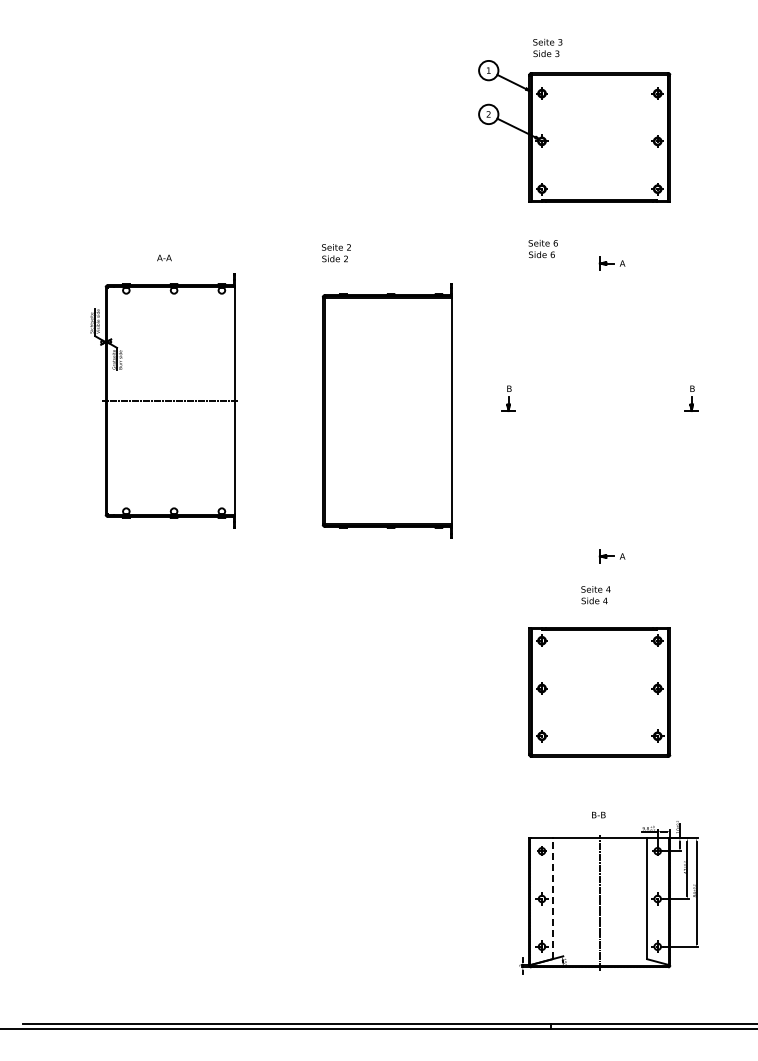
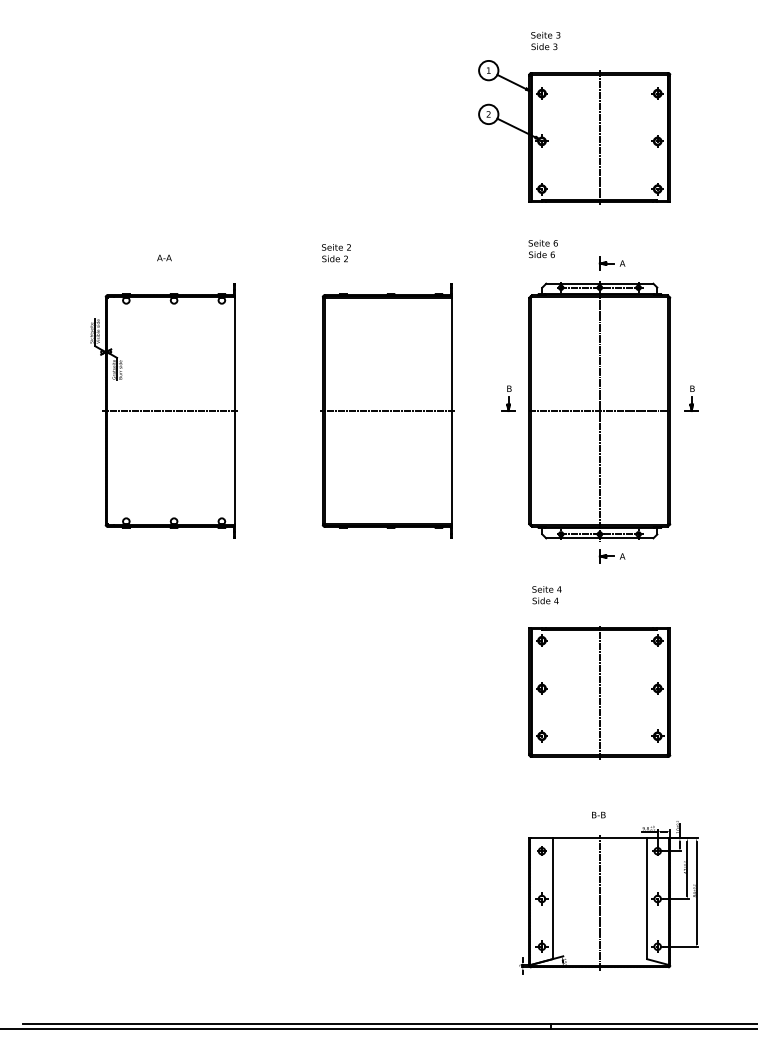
text at (547, 48) position: (547, 48) -> (545, 41)
line at (599, 137): none -> present
part at (163, 400) position: (163, 400) -> (163, 410)
line at (387, 411): none -> present
part at (599, 411): none -> present
text at (595, 595) position: (595, 595) -> (546, 595)
line at (599, 692): none -> present
line at (552, 898): dashed -> solid
